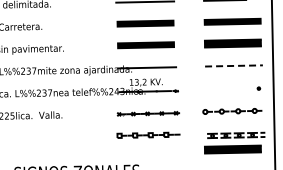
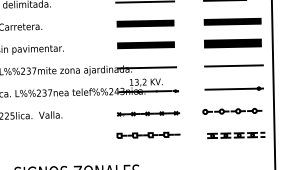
line at (233, 65): dashed -> solid
line at (234, 88): none -> present
part at (232, 149): present -> none
